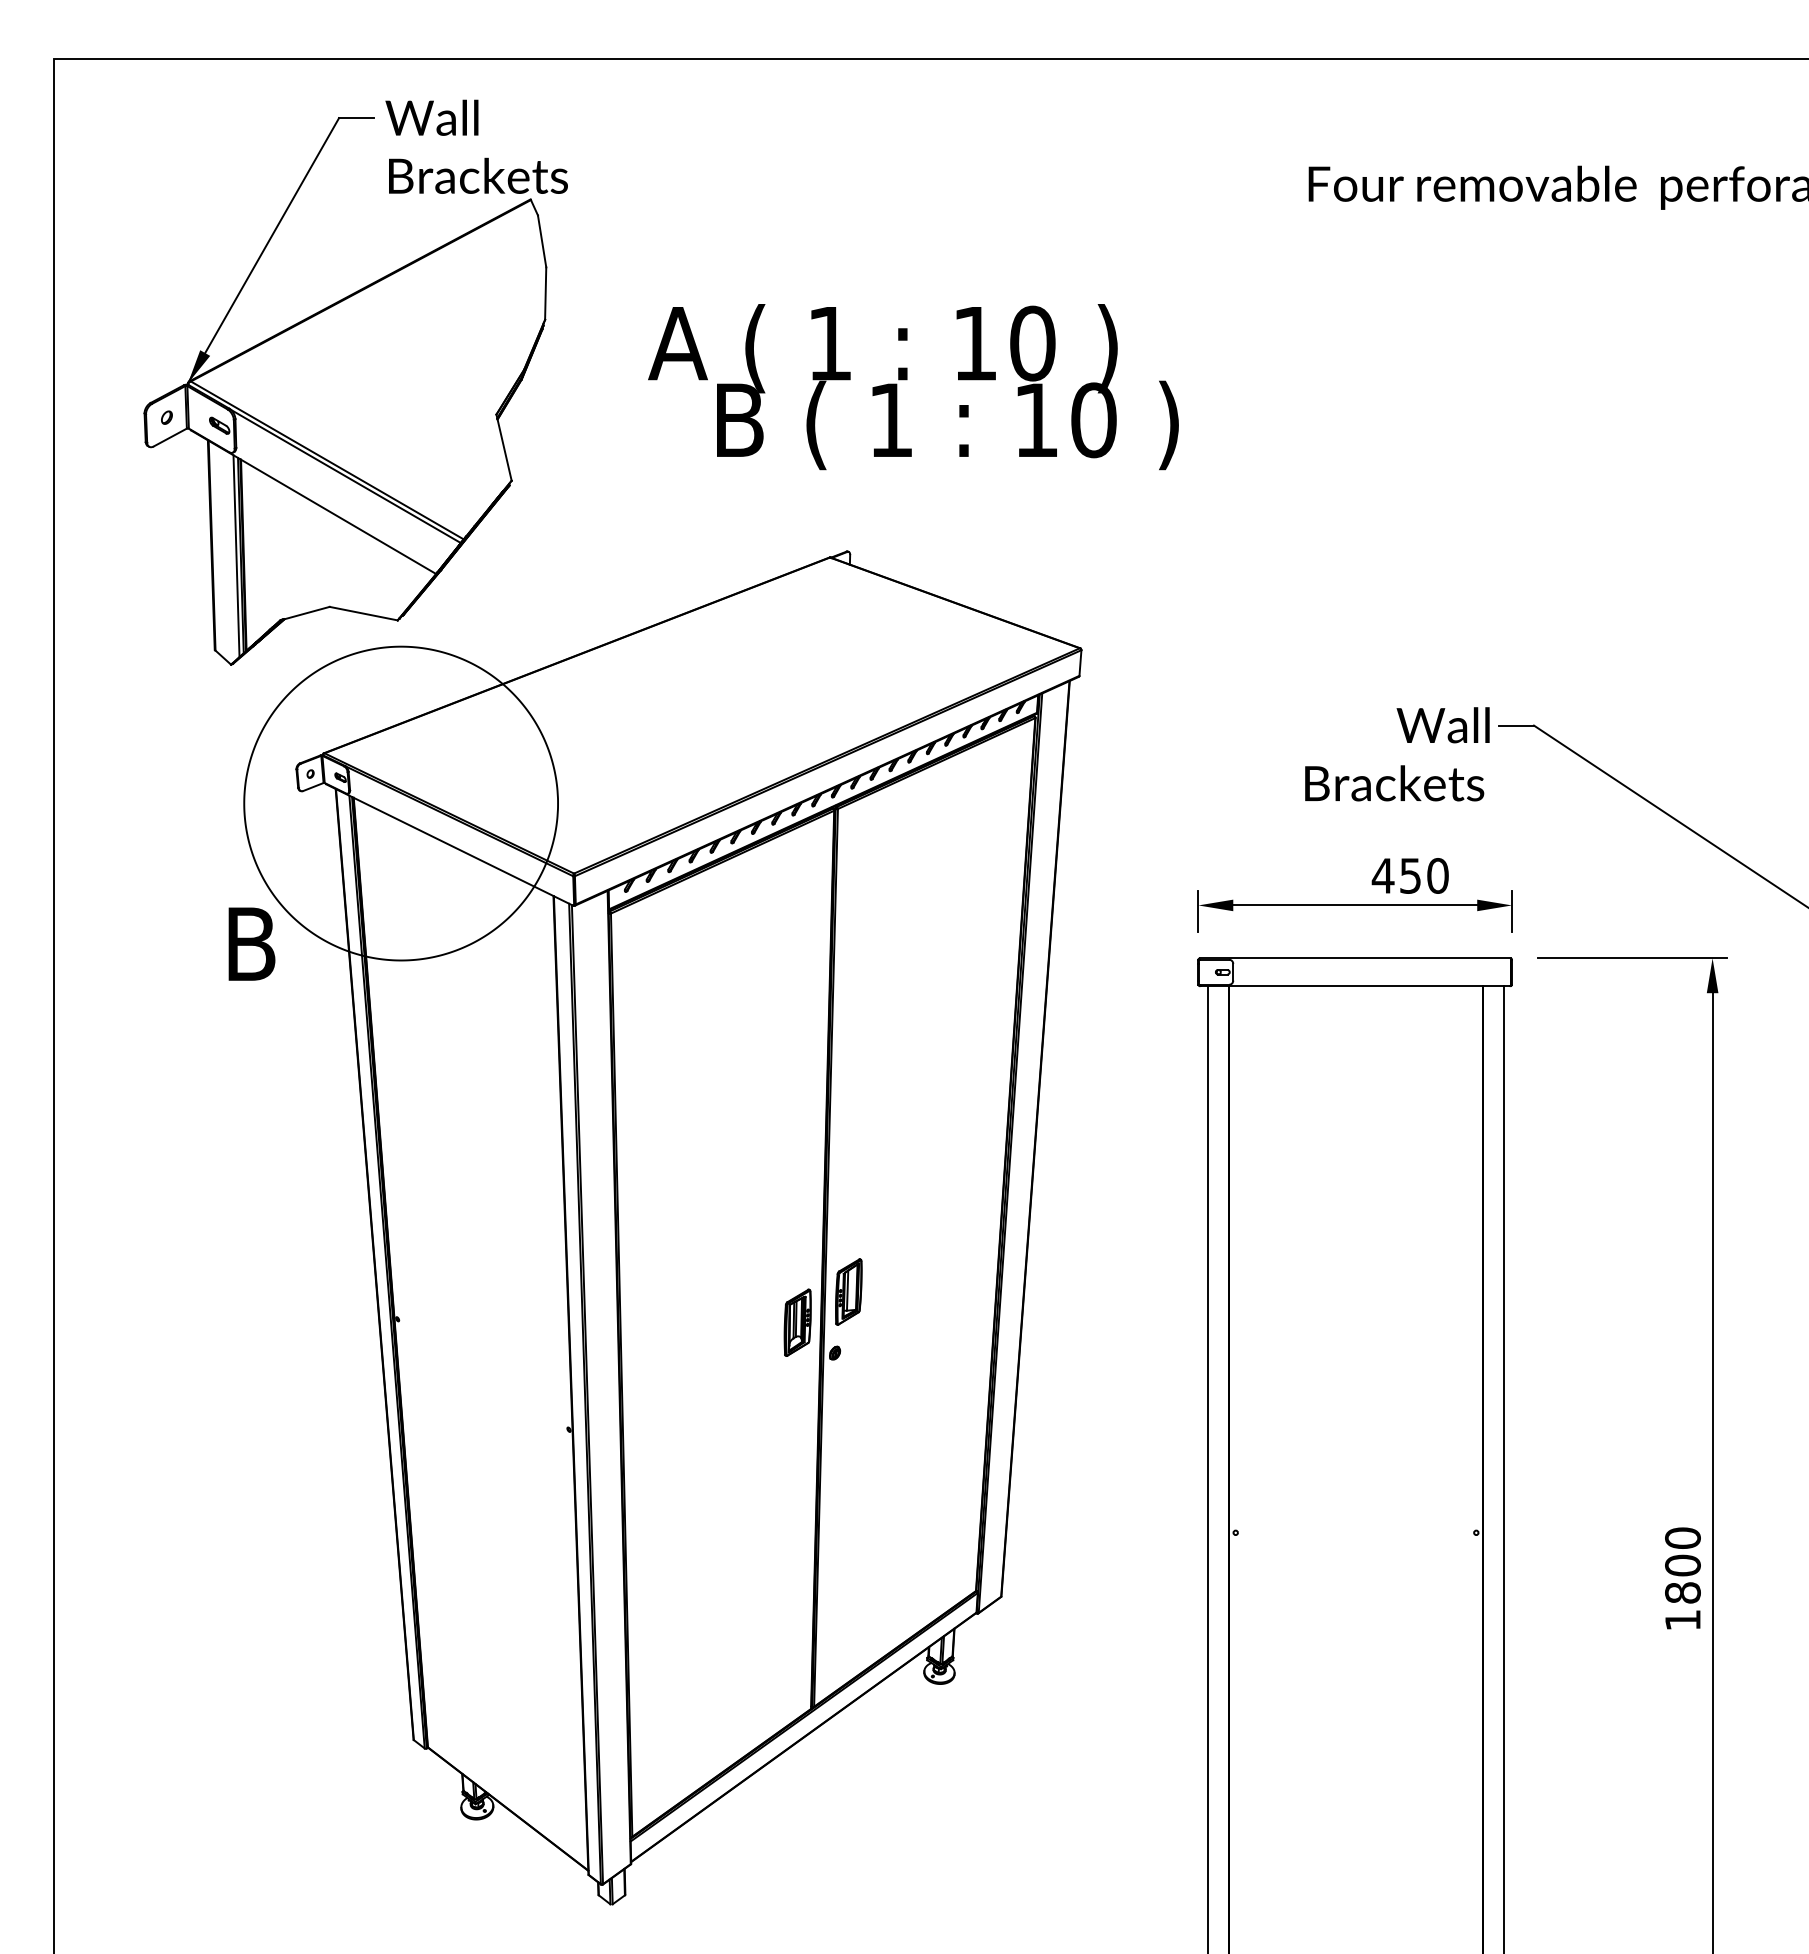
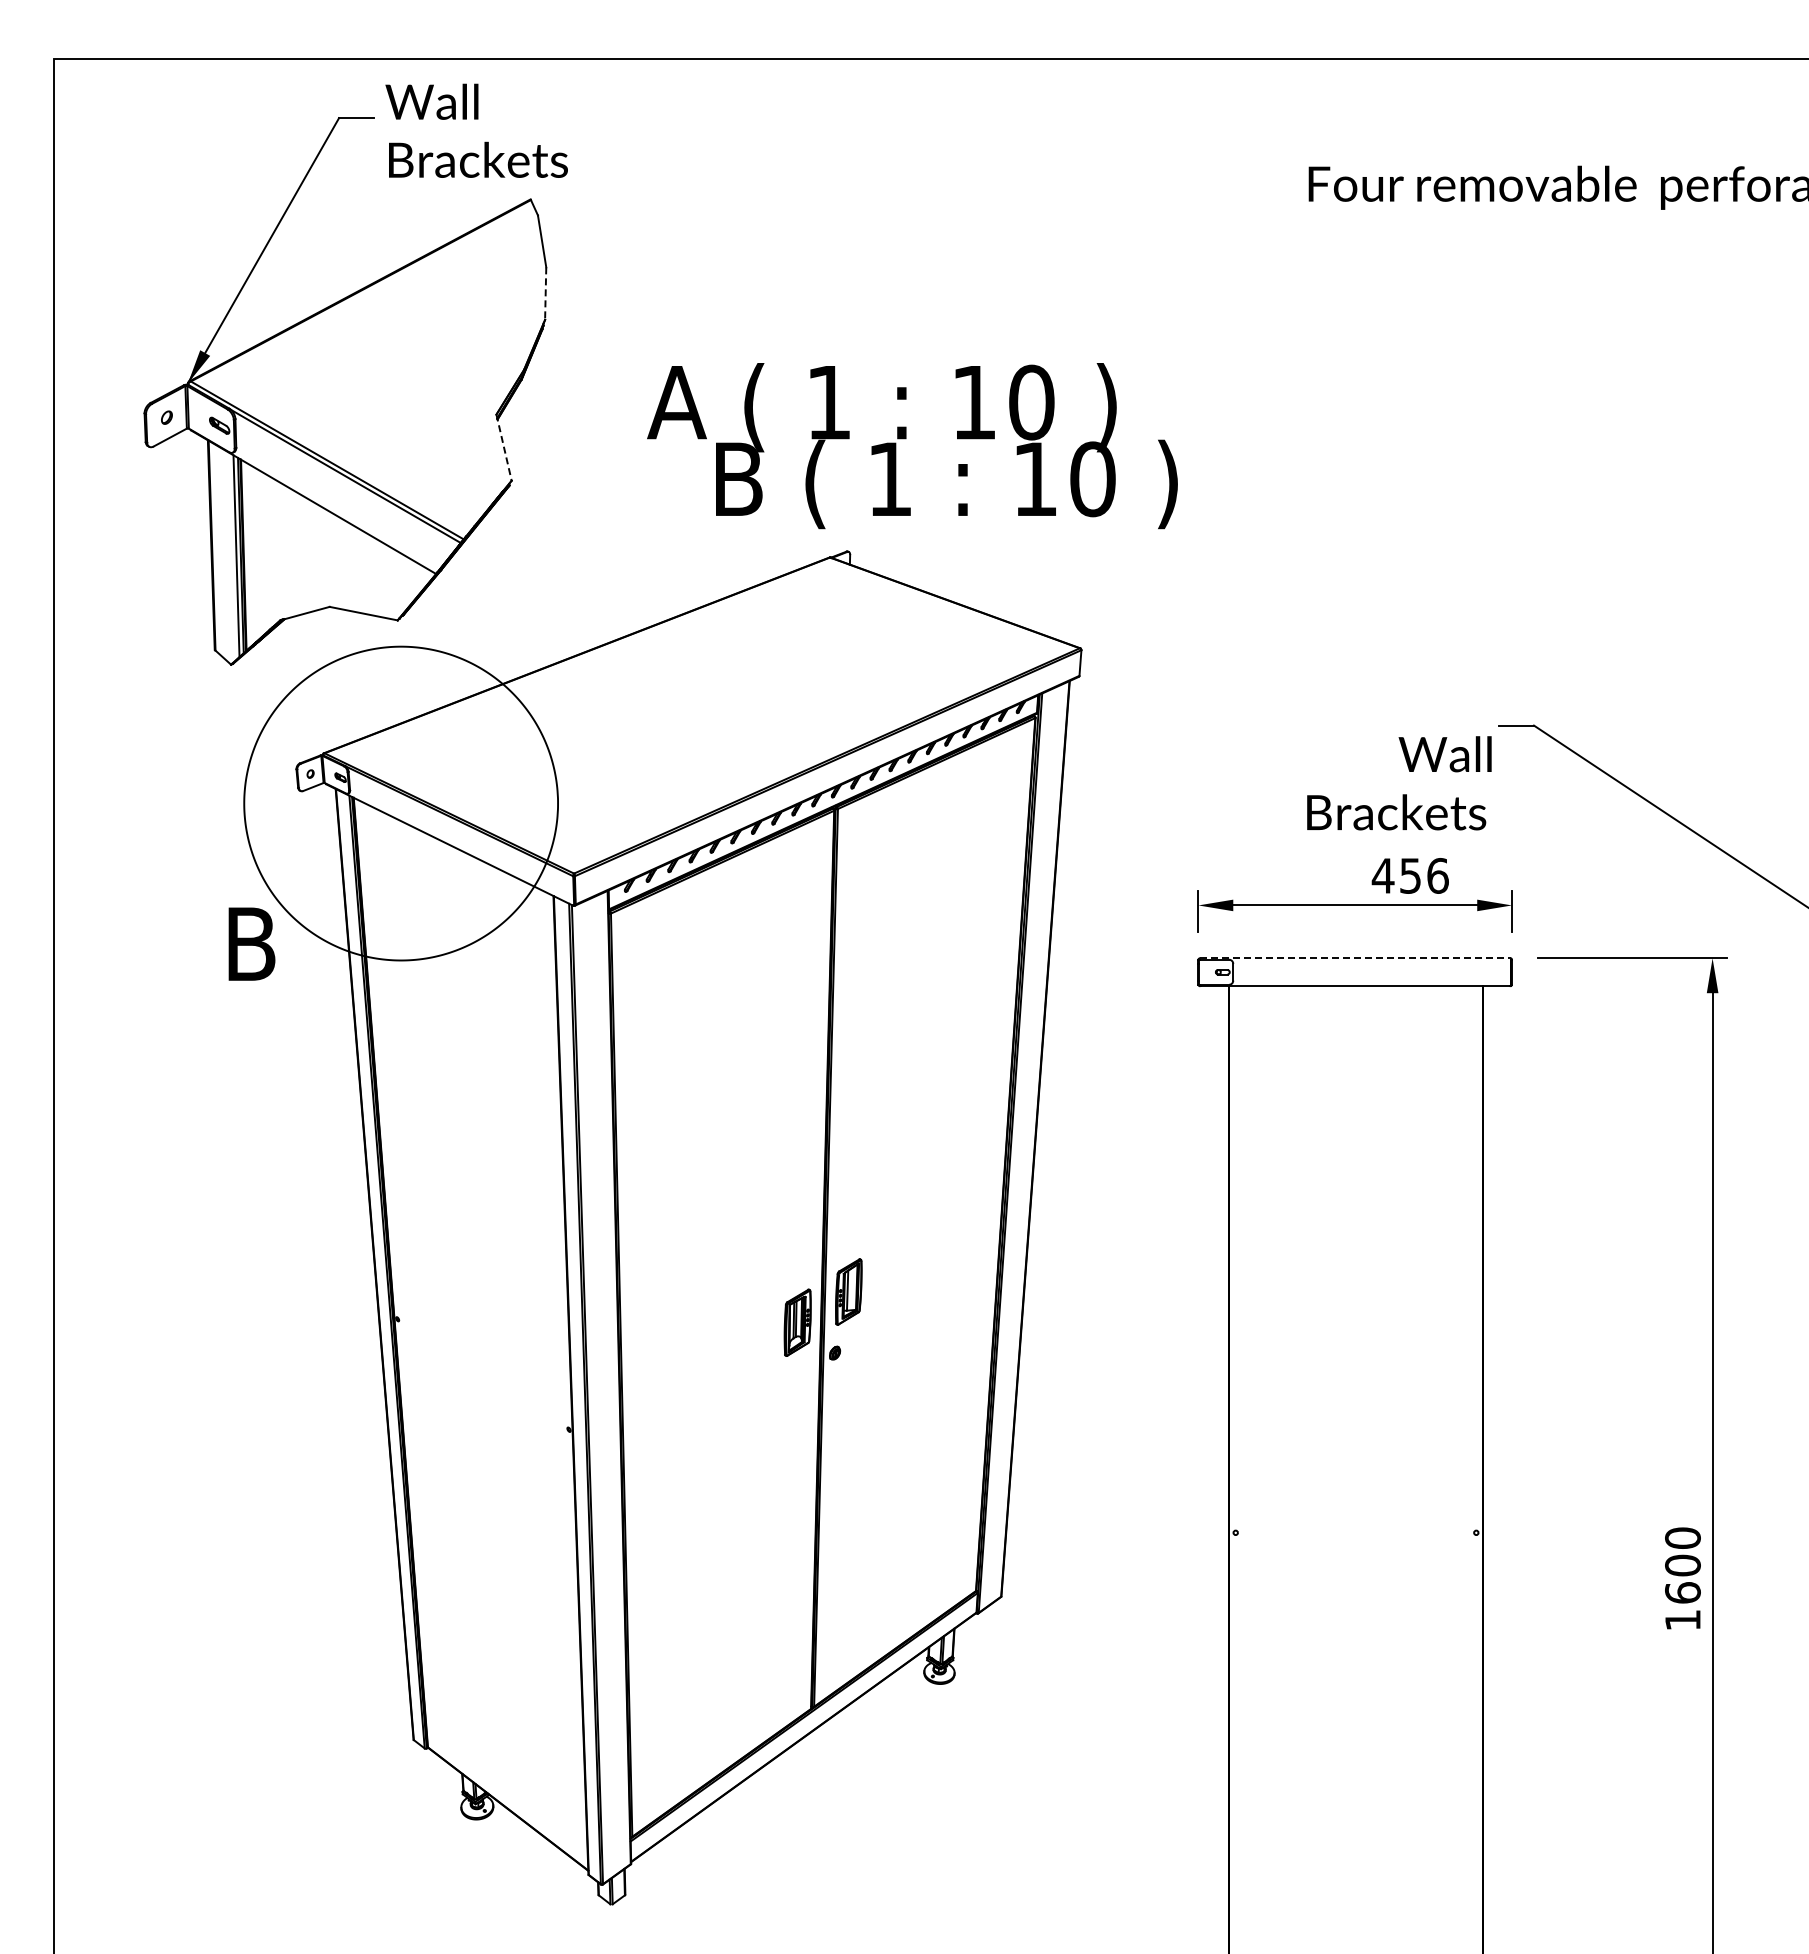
text at (476, 146) position: (476, 146) -> (476, 130)
line at (545, 294): solid -> dashed
text at (913, 387) position: (913, 387) -> (912, 446)
line at (504, 447): solid -> dashed
text at (1397, 754) position: (1397, 754) -> (1399, 783)
text at (1437, 875): 450 -> 456
line at (1355, 958): solid -> dashed
line at (1208, 1468): present -> none
line at (1503, 1468): present -> none
text at (1682, 1592): 1800 -> 1600
